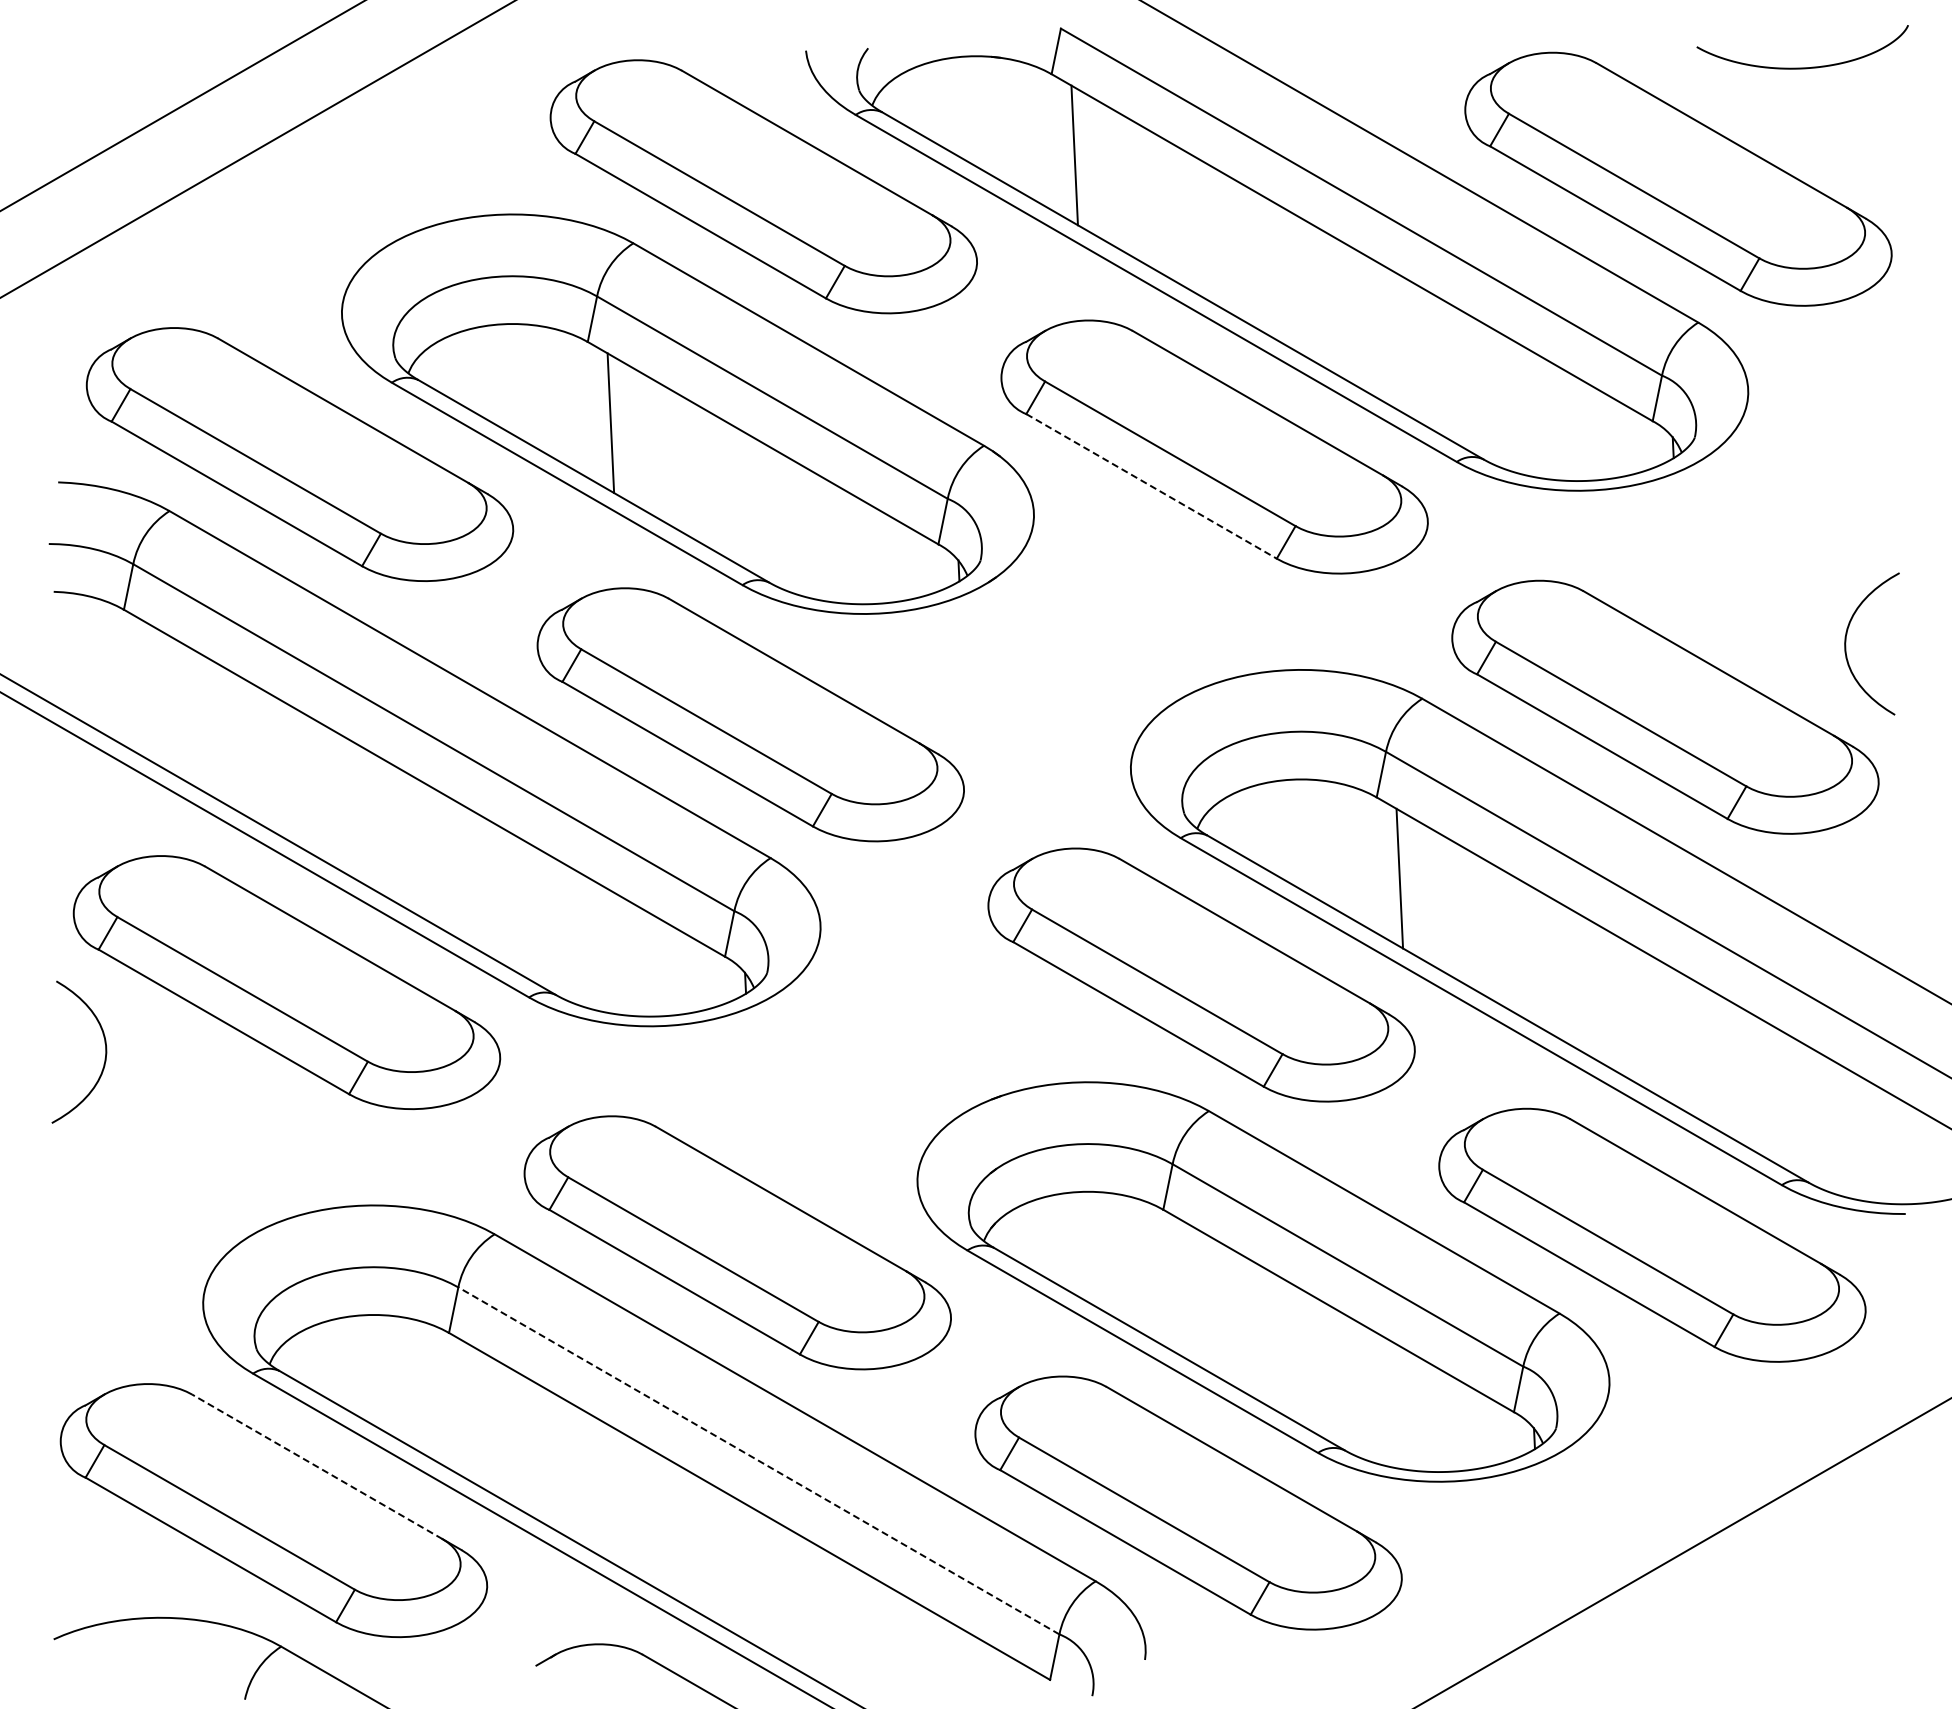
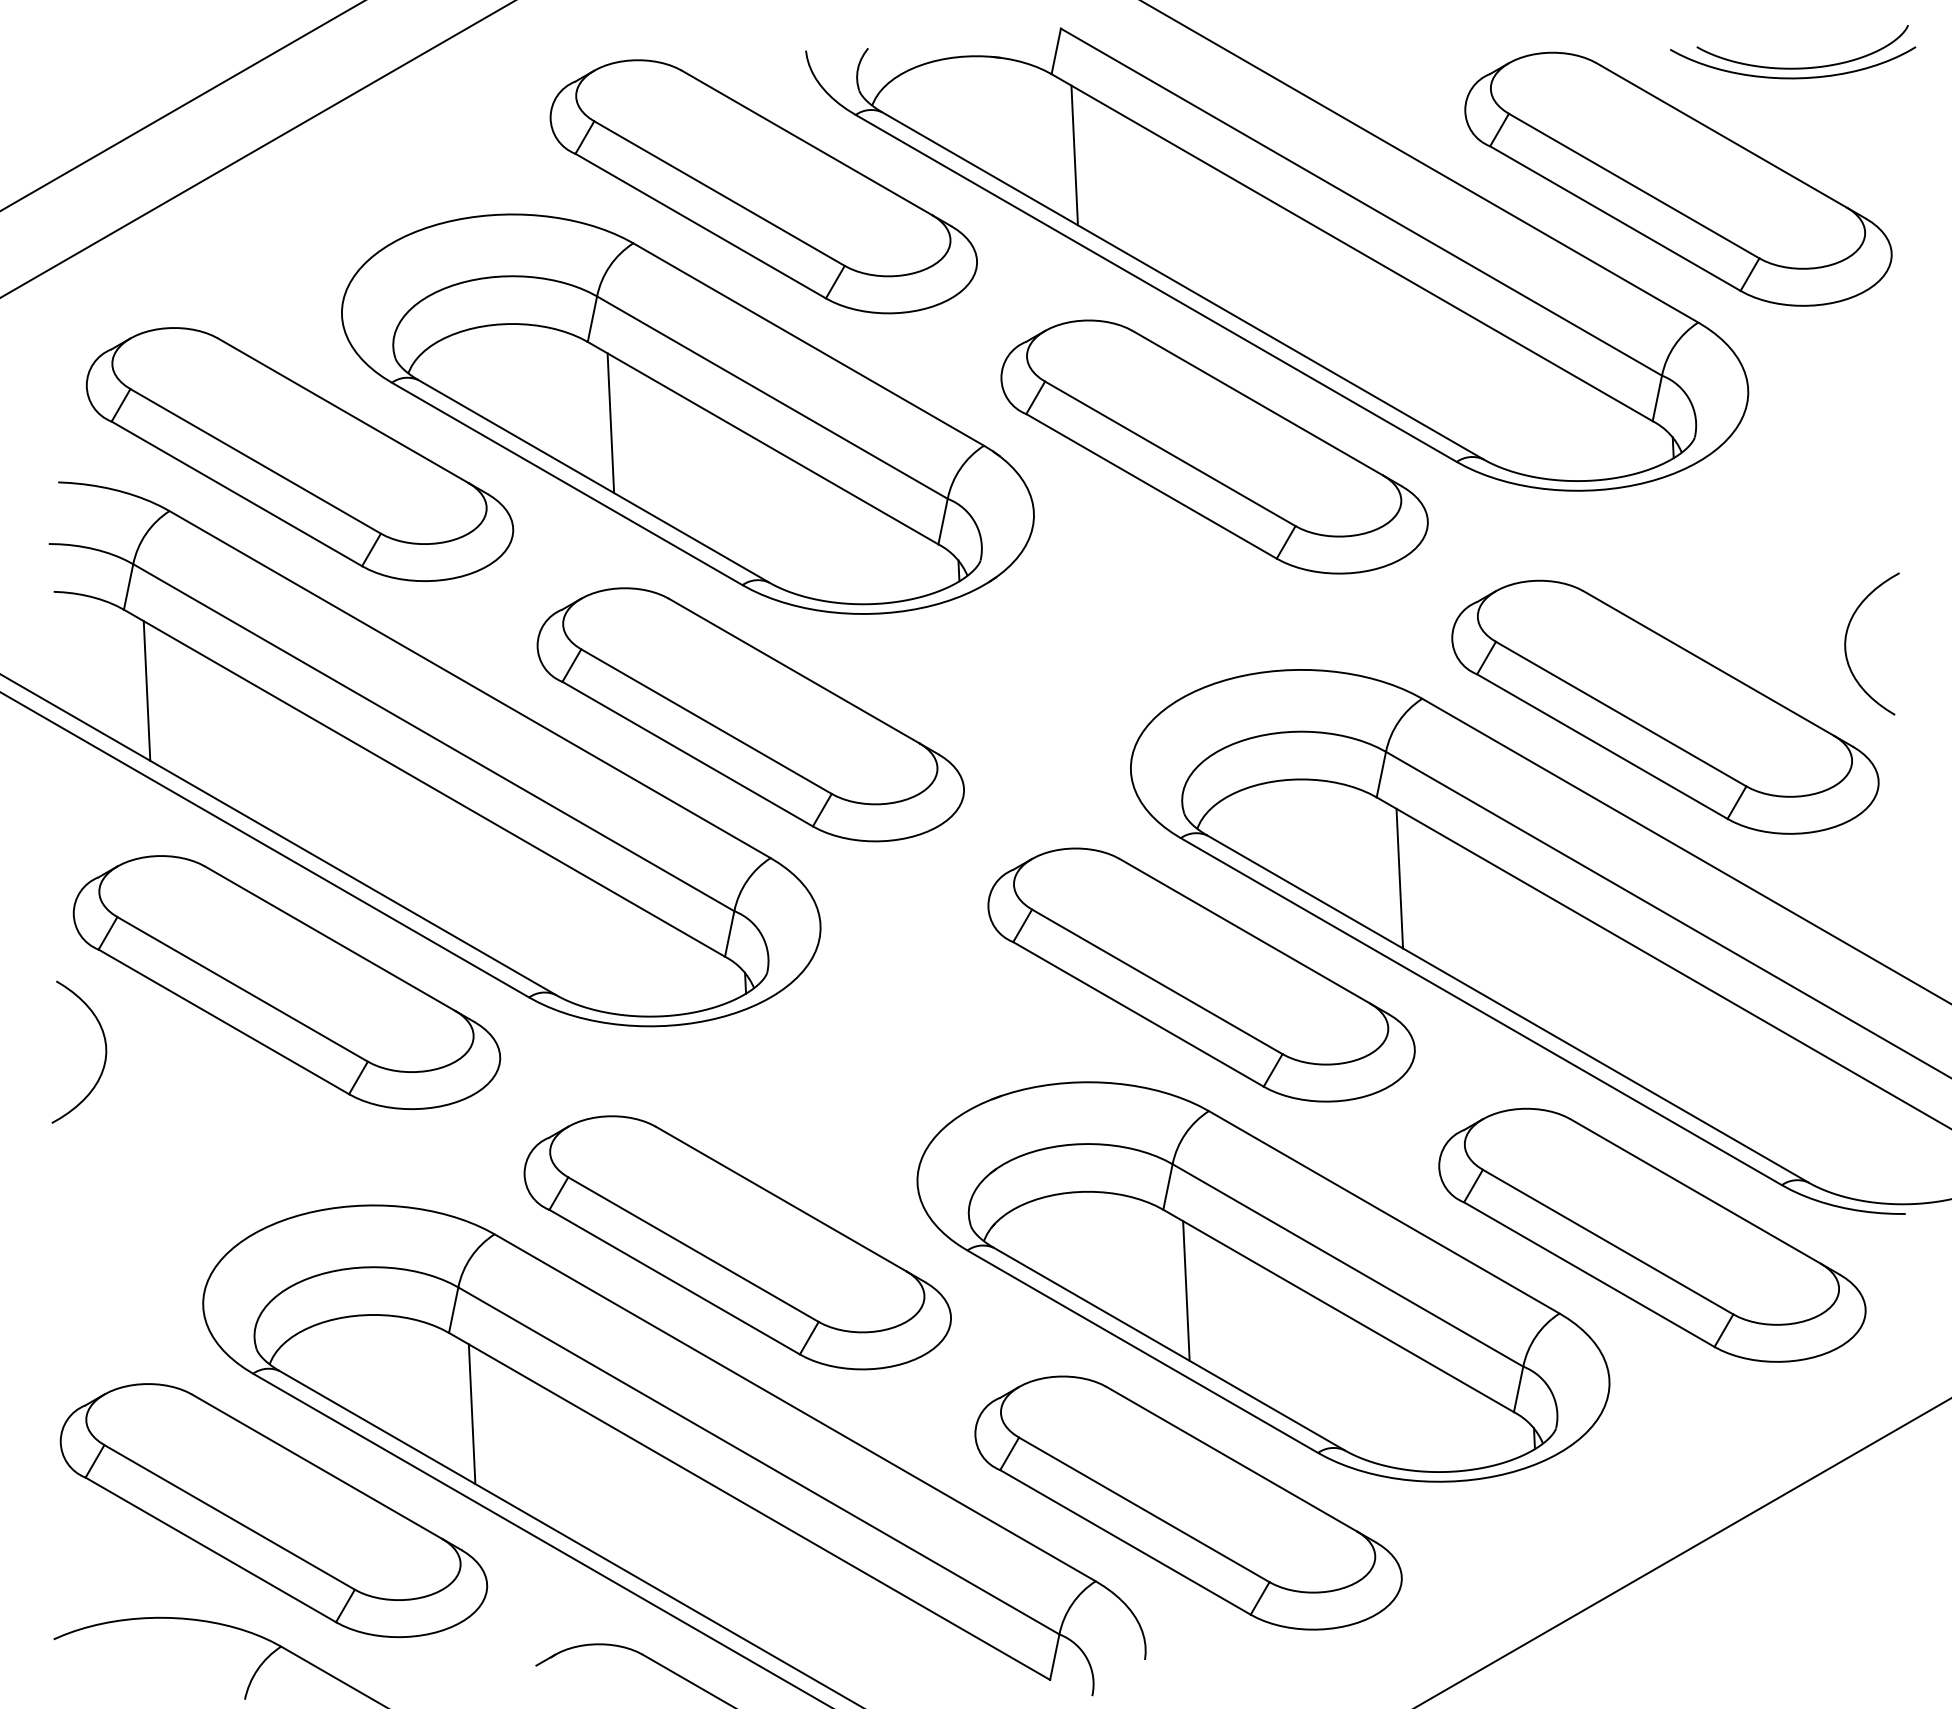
curve at (1793, 77): none -> present
line at (1151, 486): dashed -> solid
line at (146, 690): none -> present
line at (1186, 1290): none -> present
line at (471, 1414): none -> present
line at (758, 1460): dashed -> solid
line at (317, 1466): dashed -> solid
